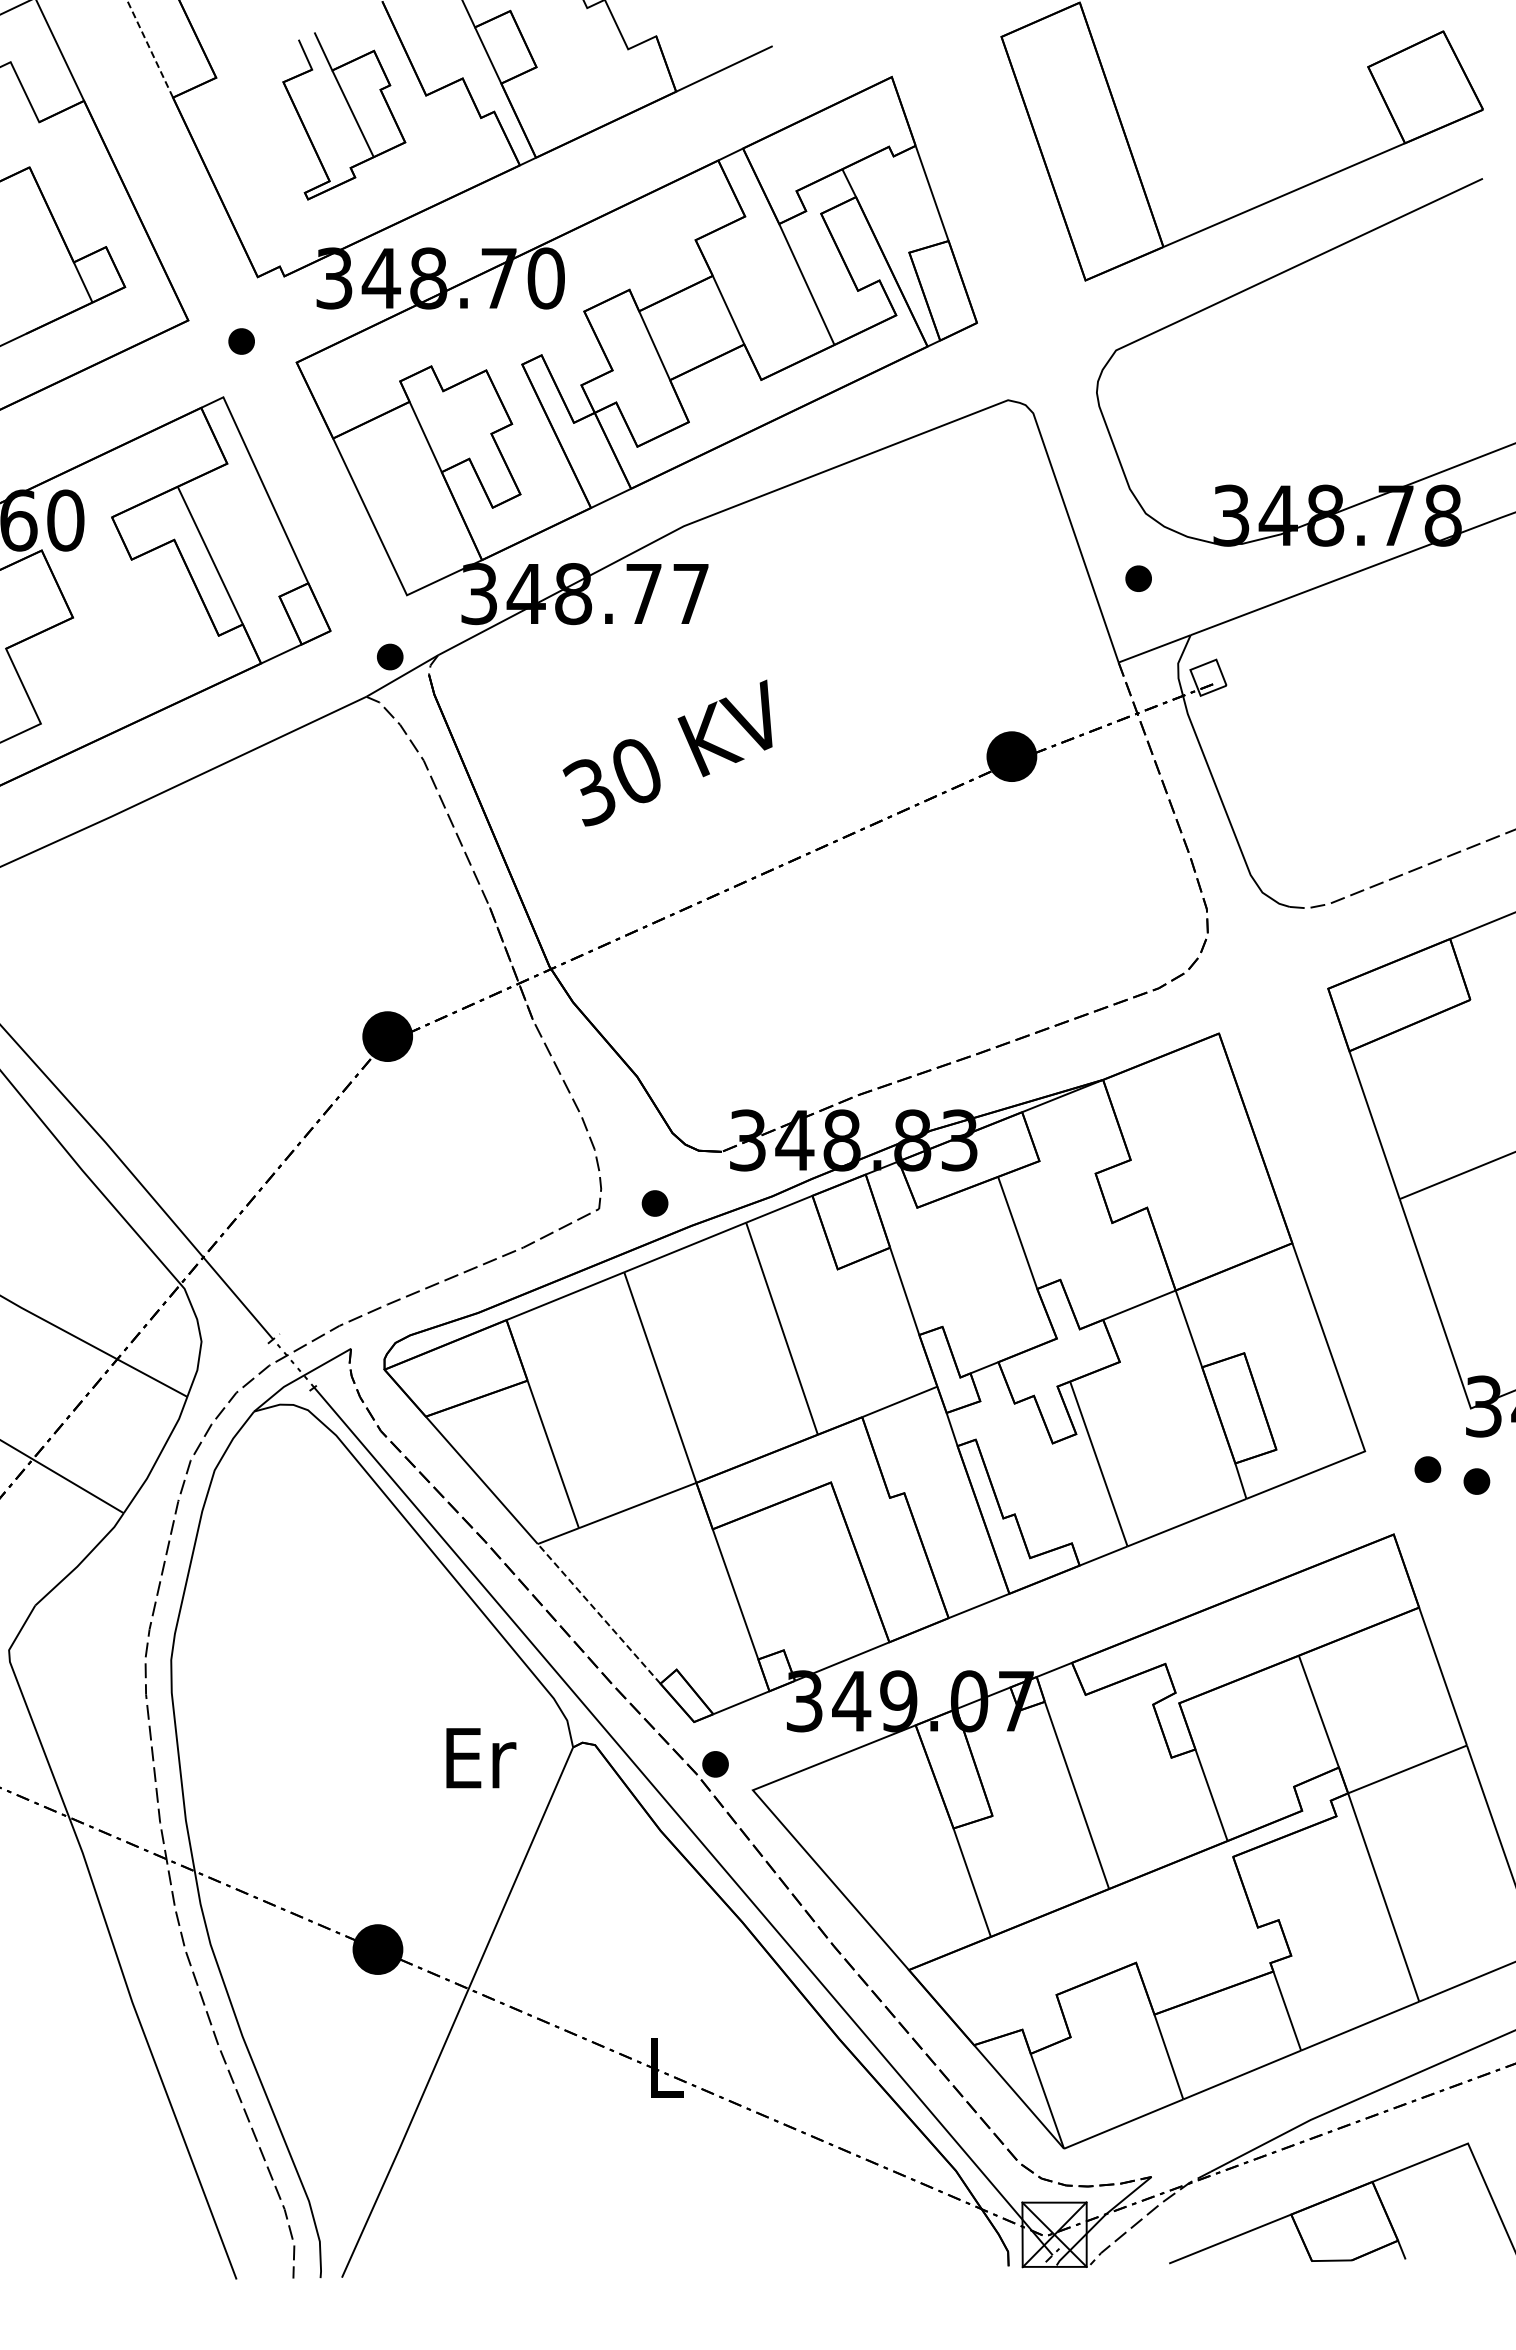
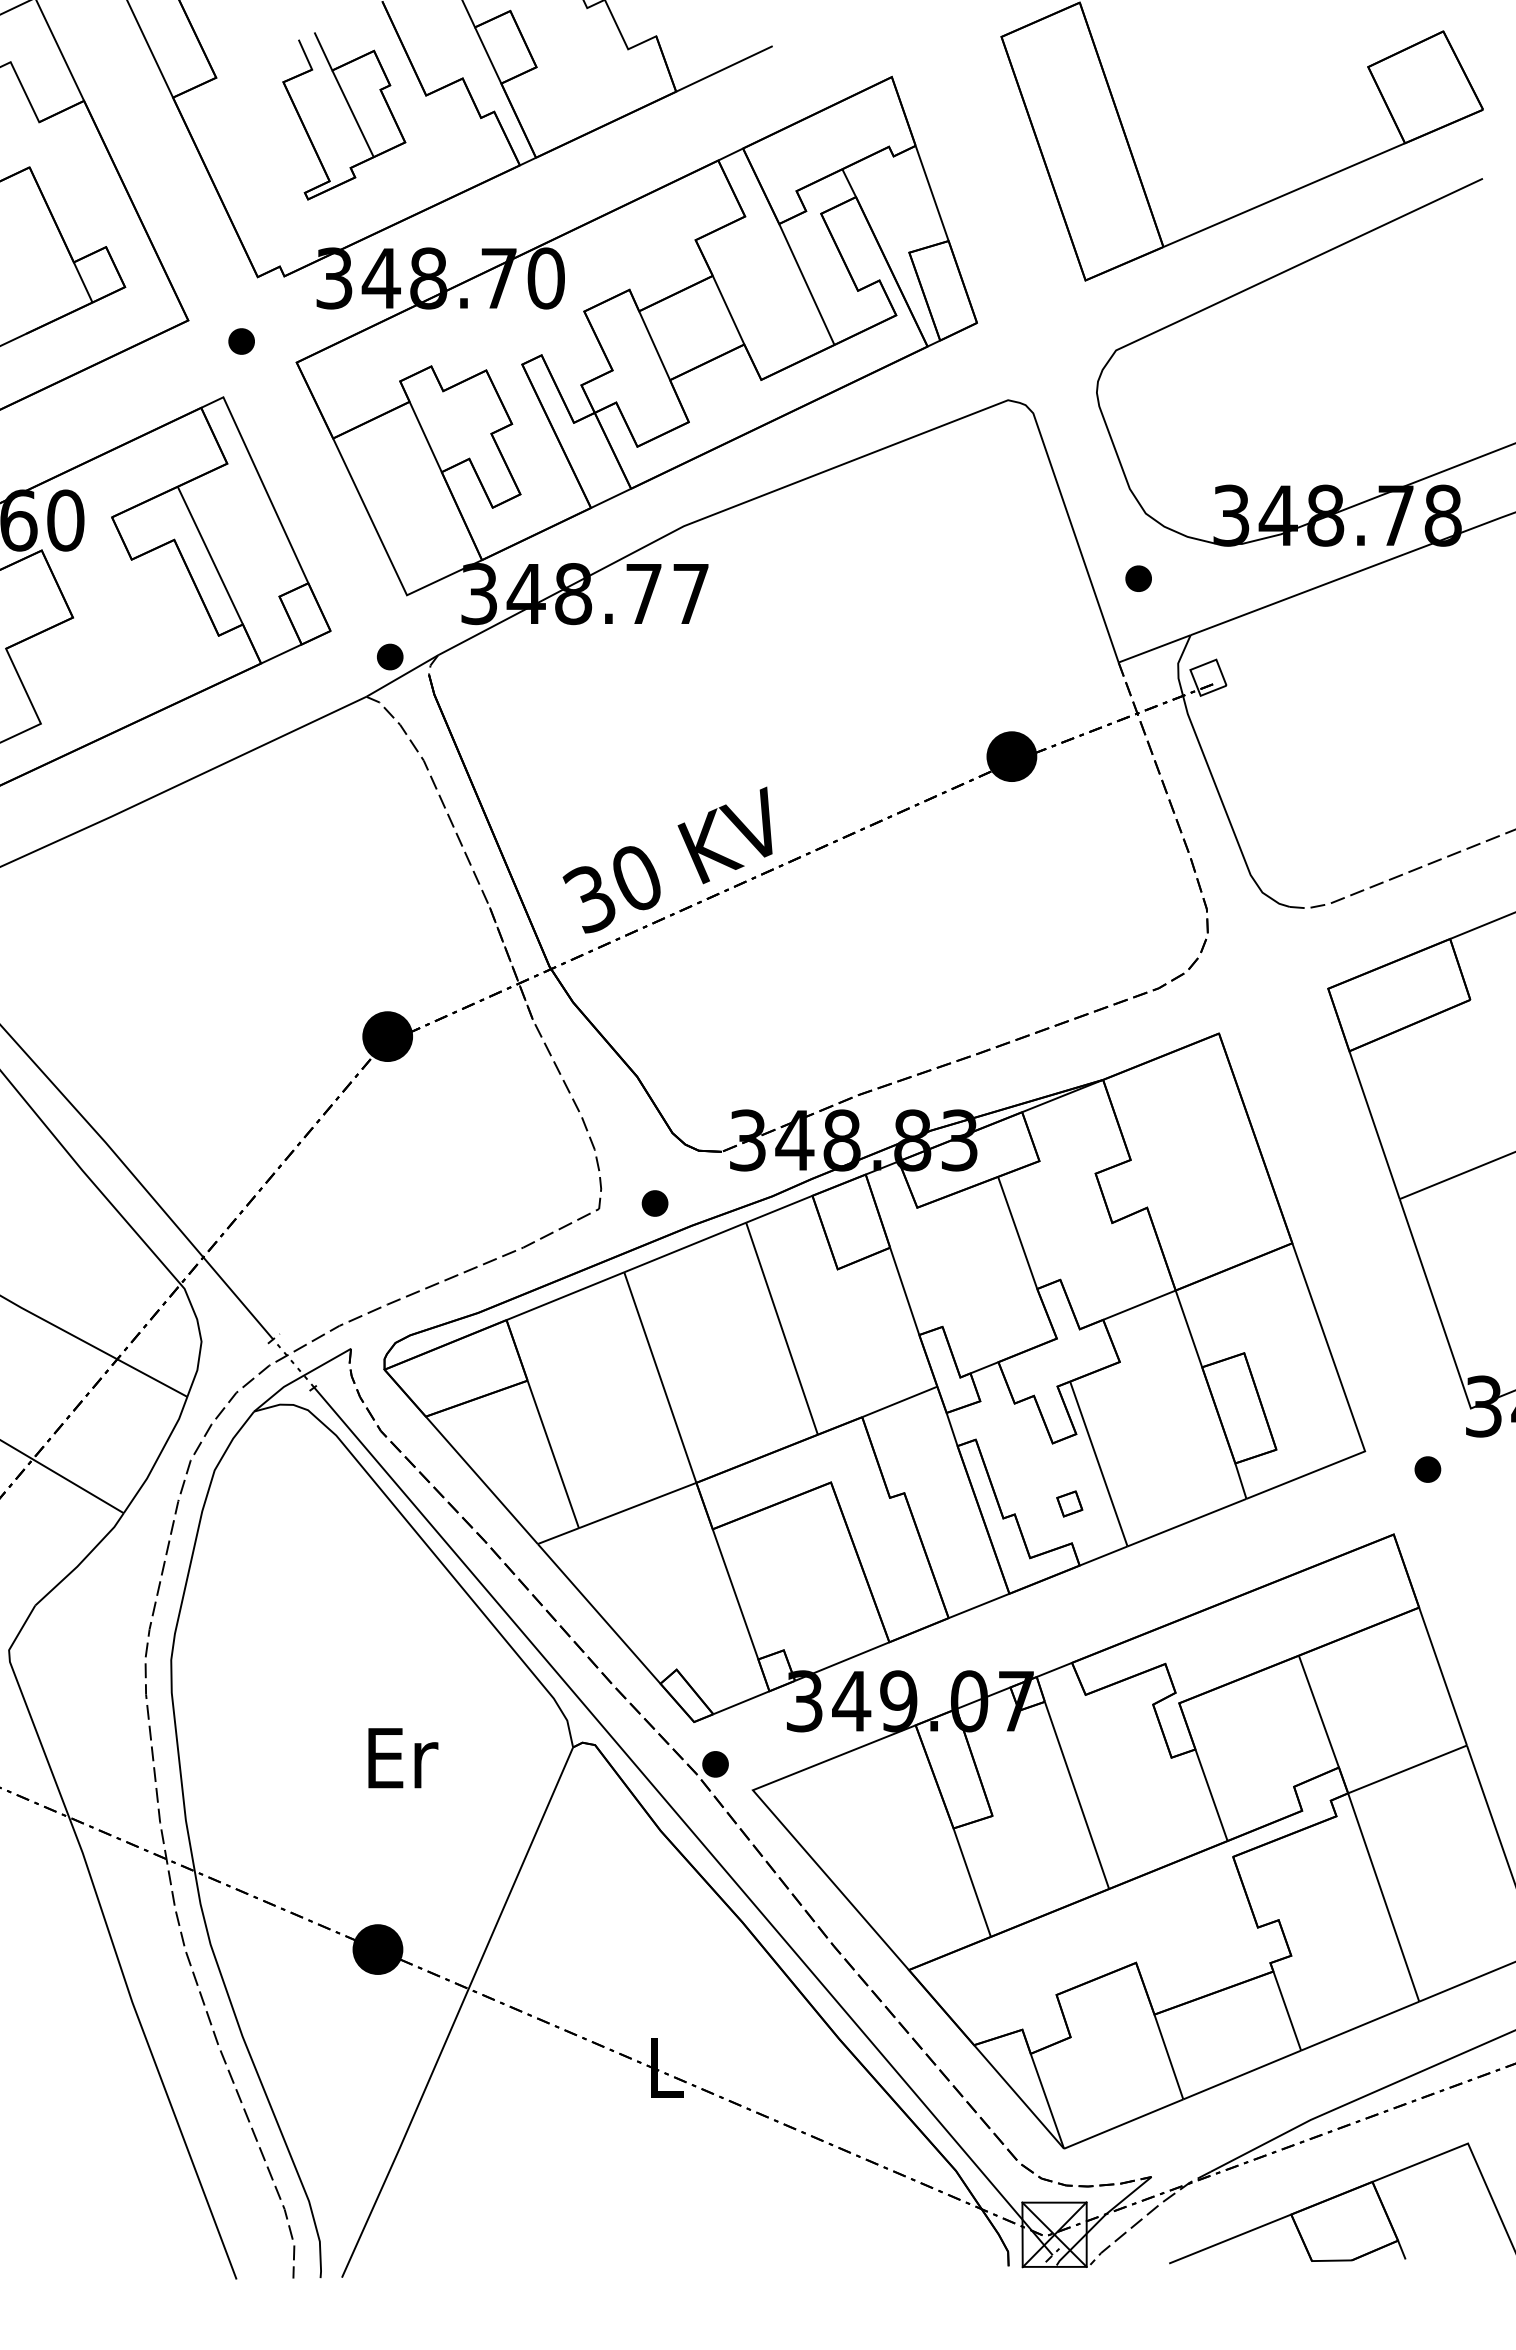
line at (150, 49): dashed -> solid
text at (667, 752) position: (667, 752) -> (667, 859)
part at (1476, 1481): present -> none
part at (1069, 1503): none -> present
line at (599, 1613): dashed -> solid
text at (481, 1758) position: (481, 1758) -> (403, 1758)
